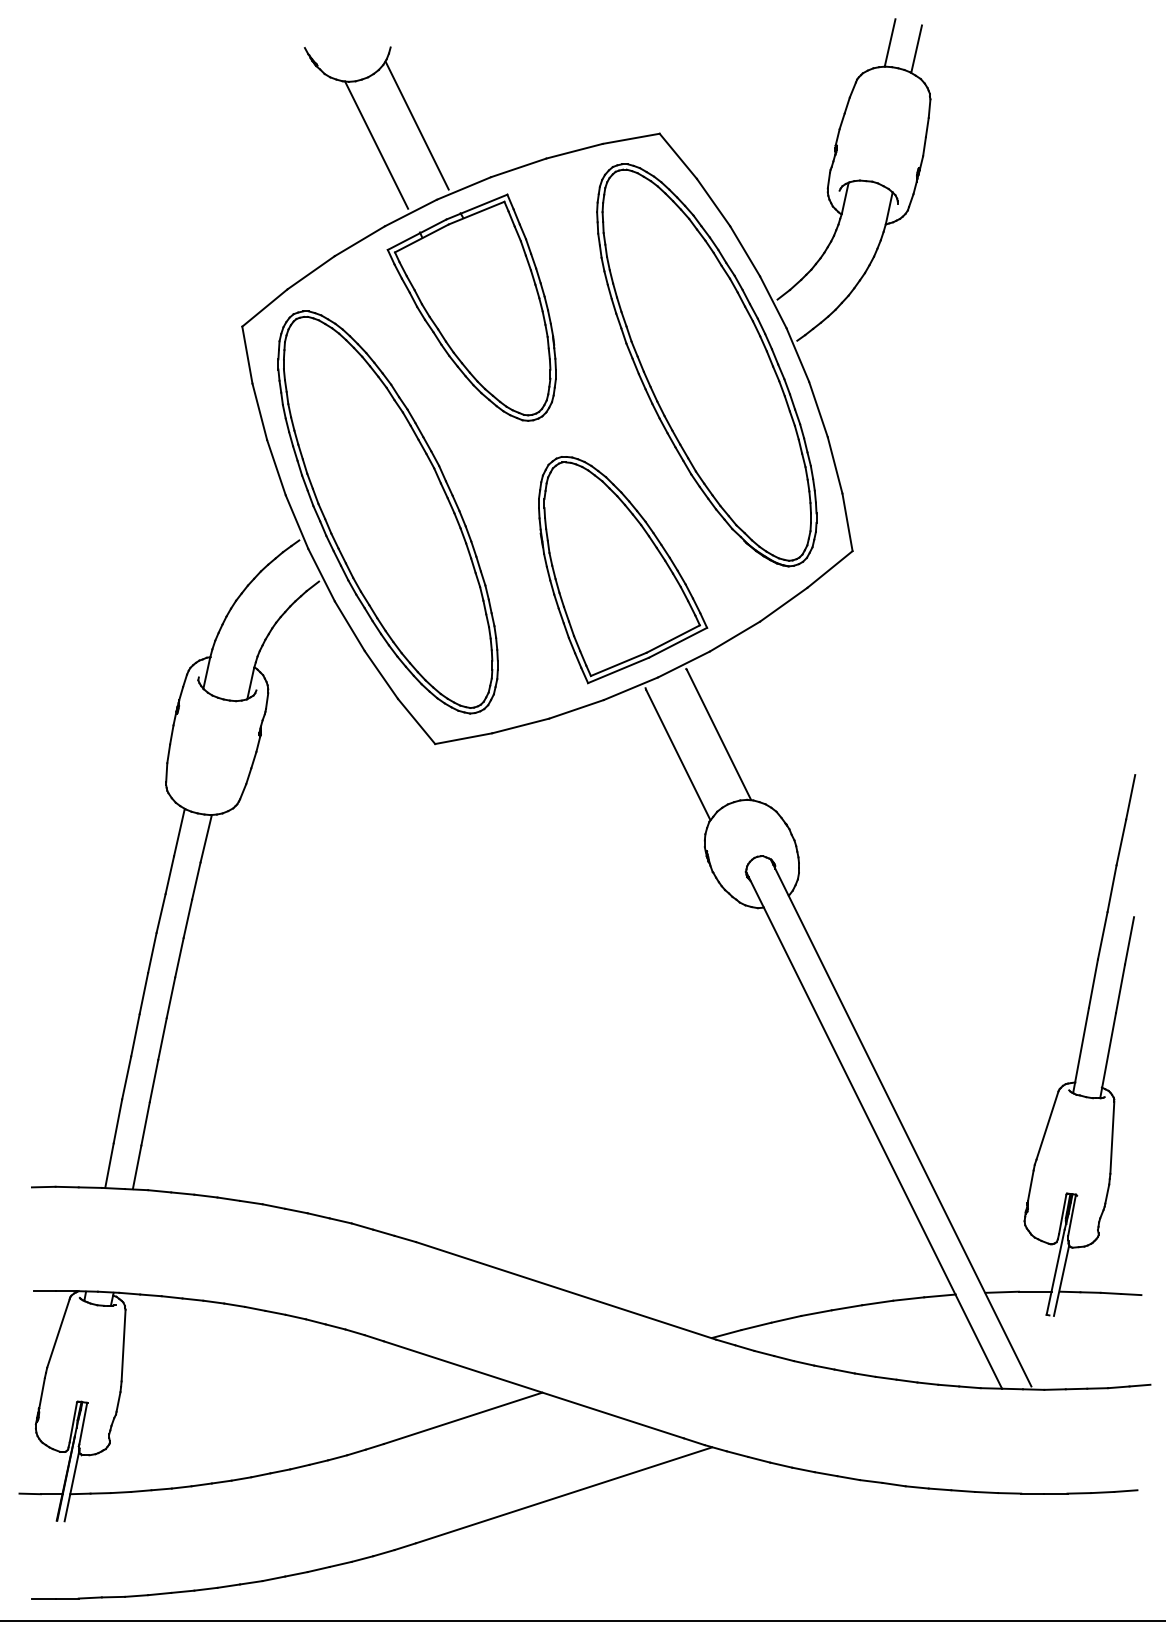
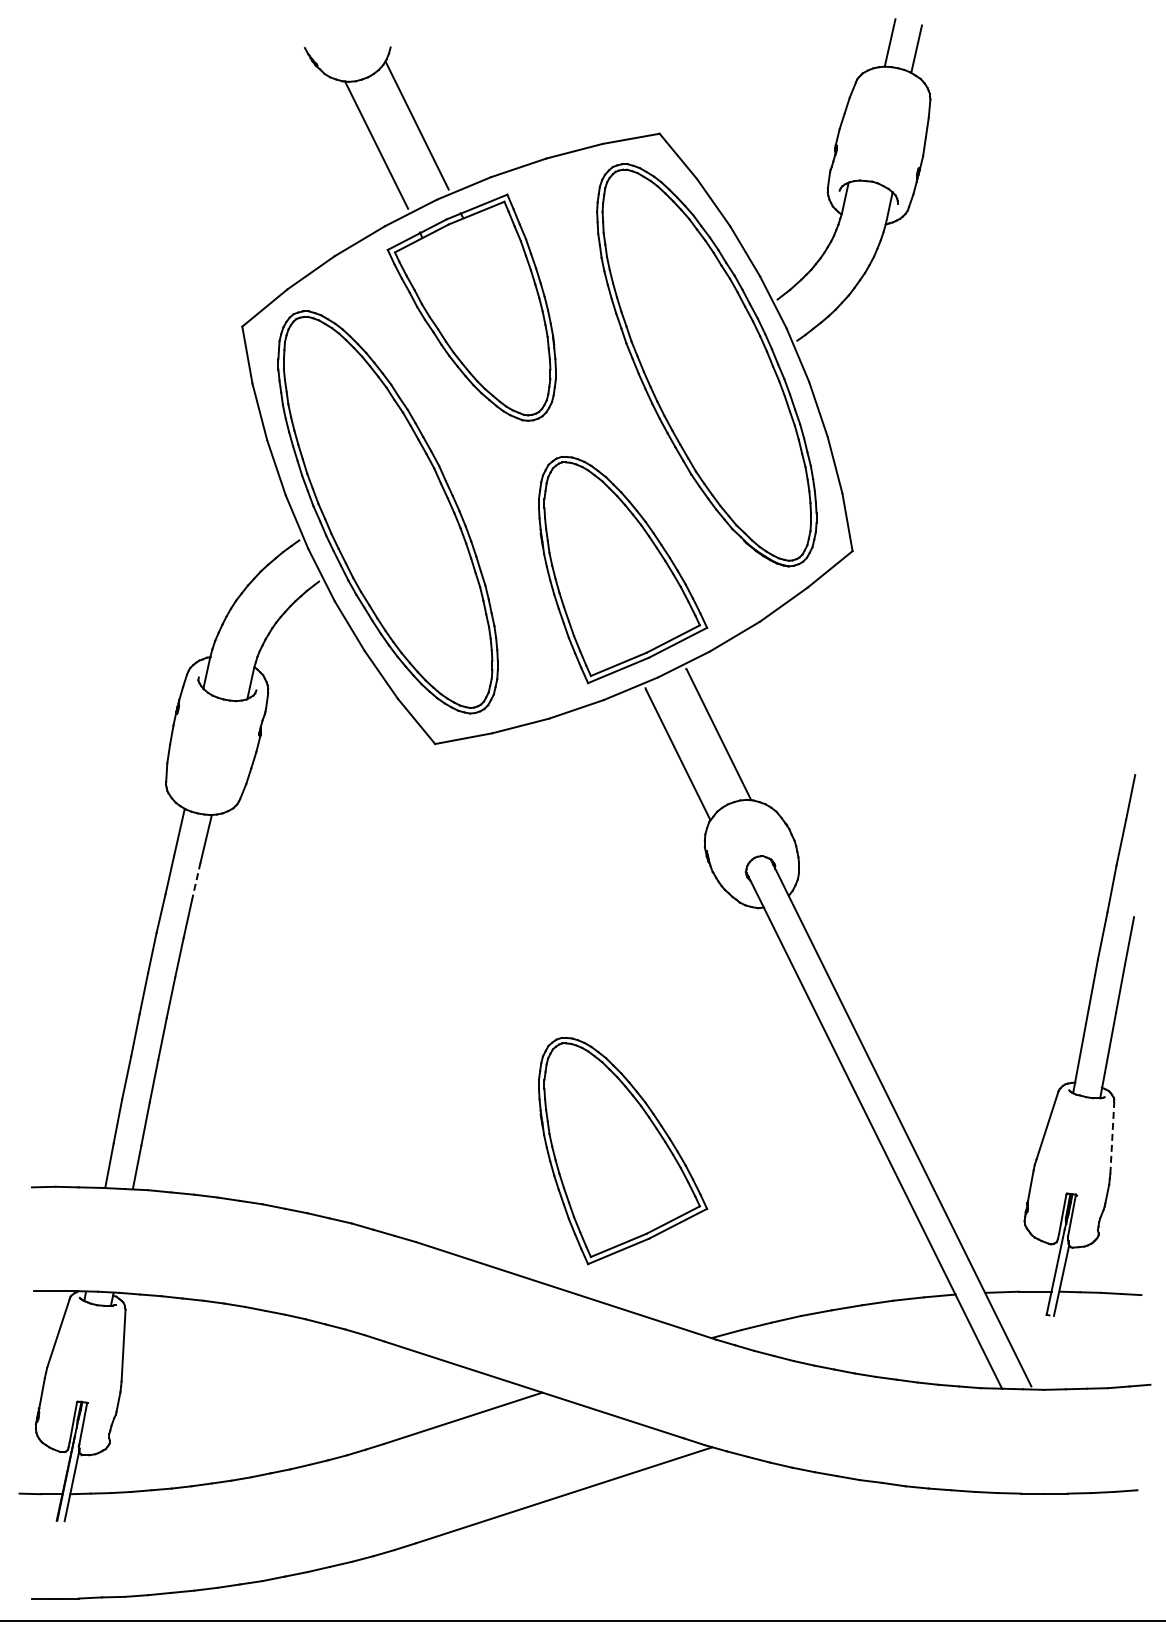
line at (196, 881): solid -> dashed
line at (1112, 1137): solid -> dashed
part at (623, 1151): none -> present
